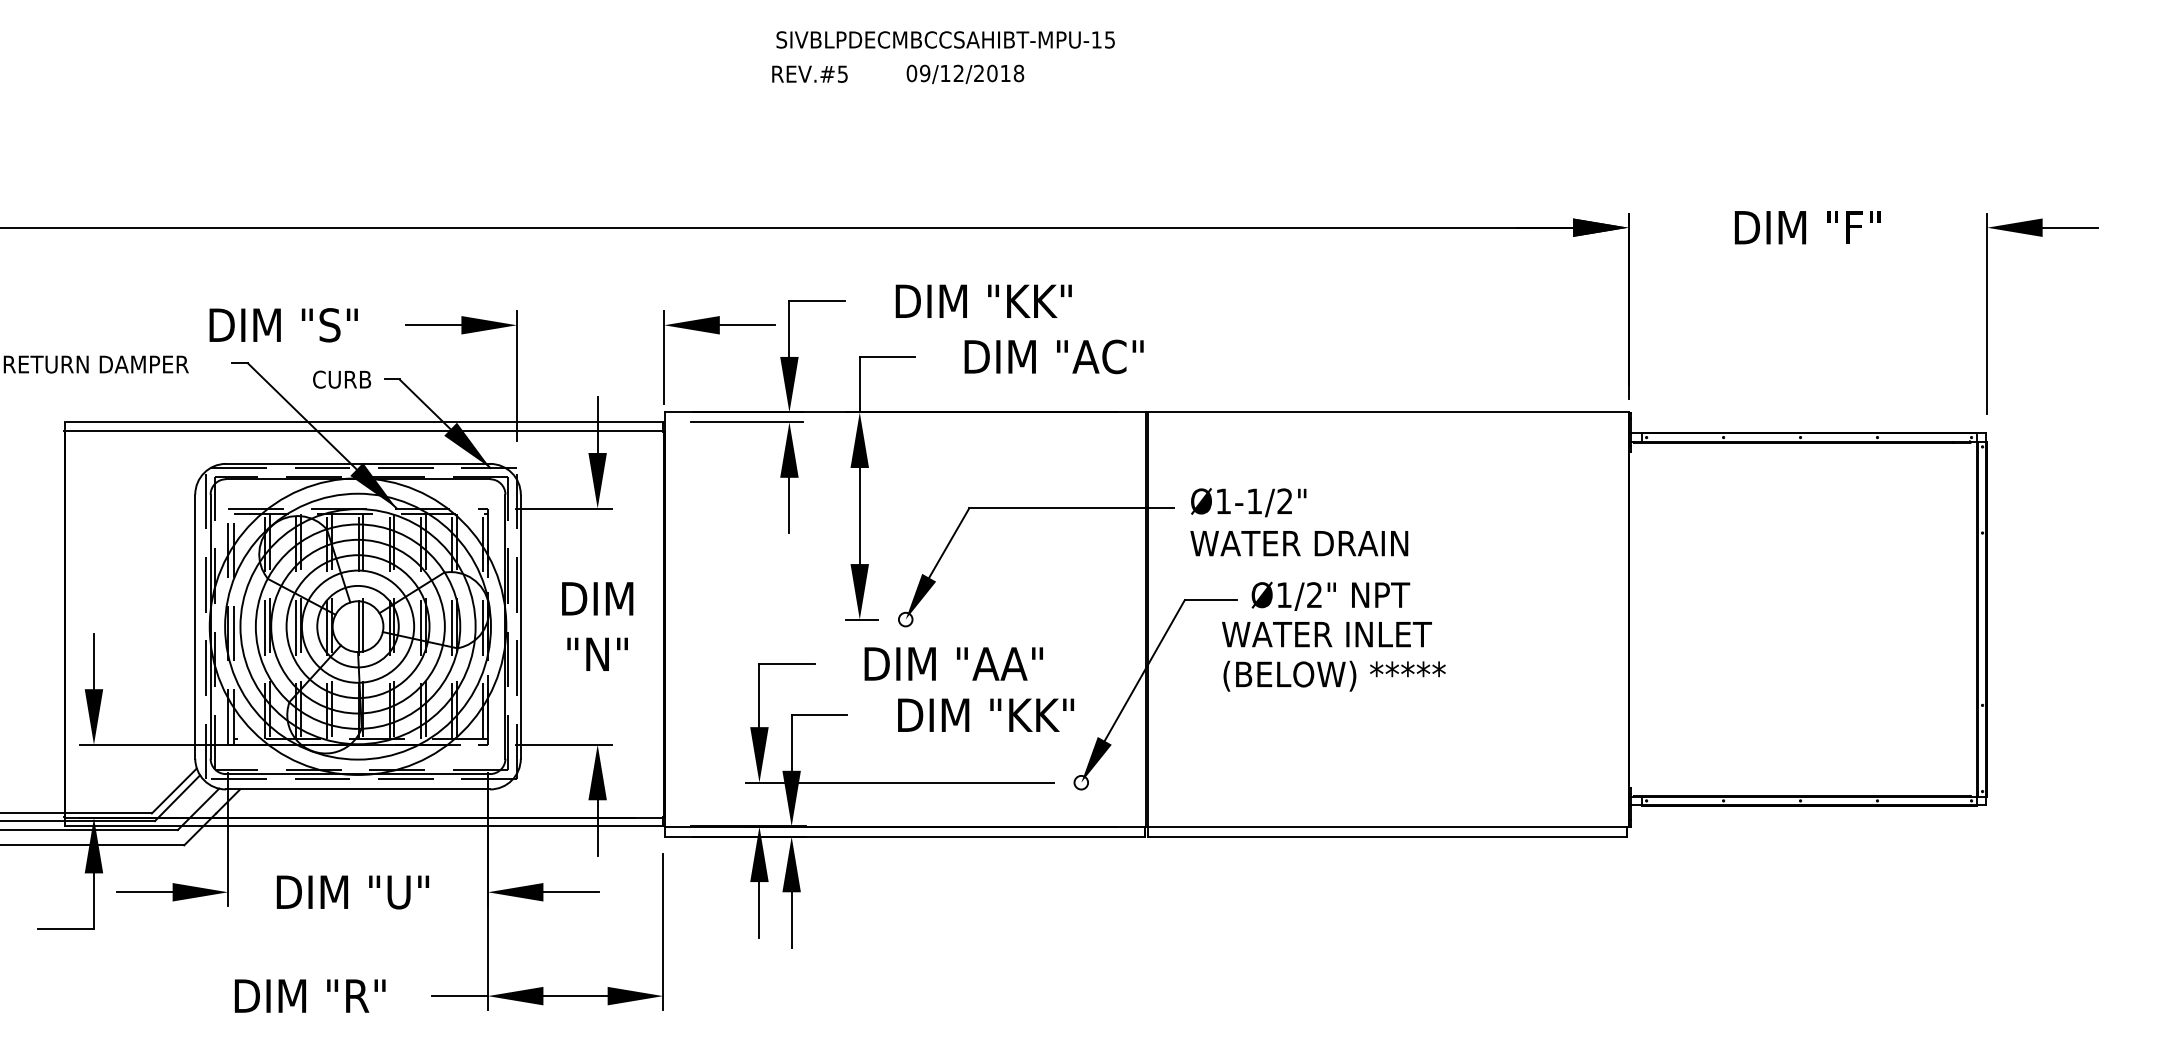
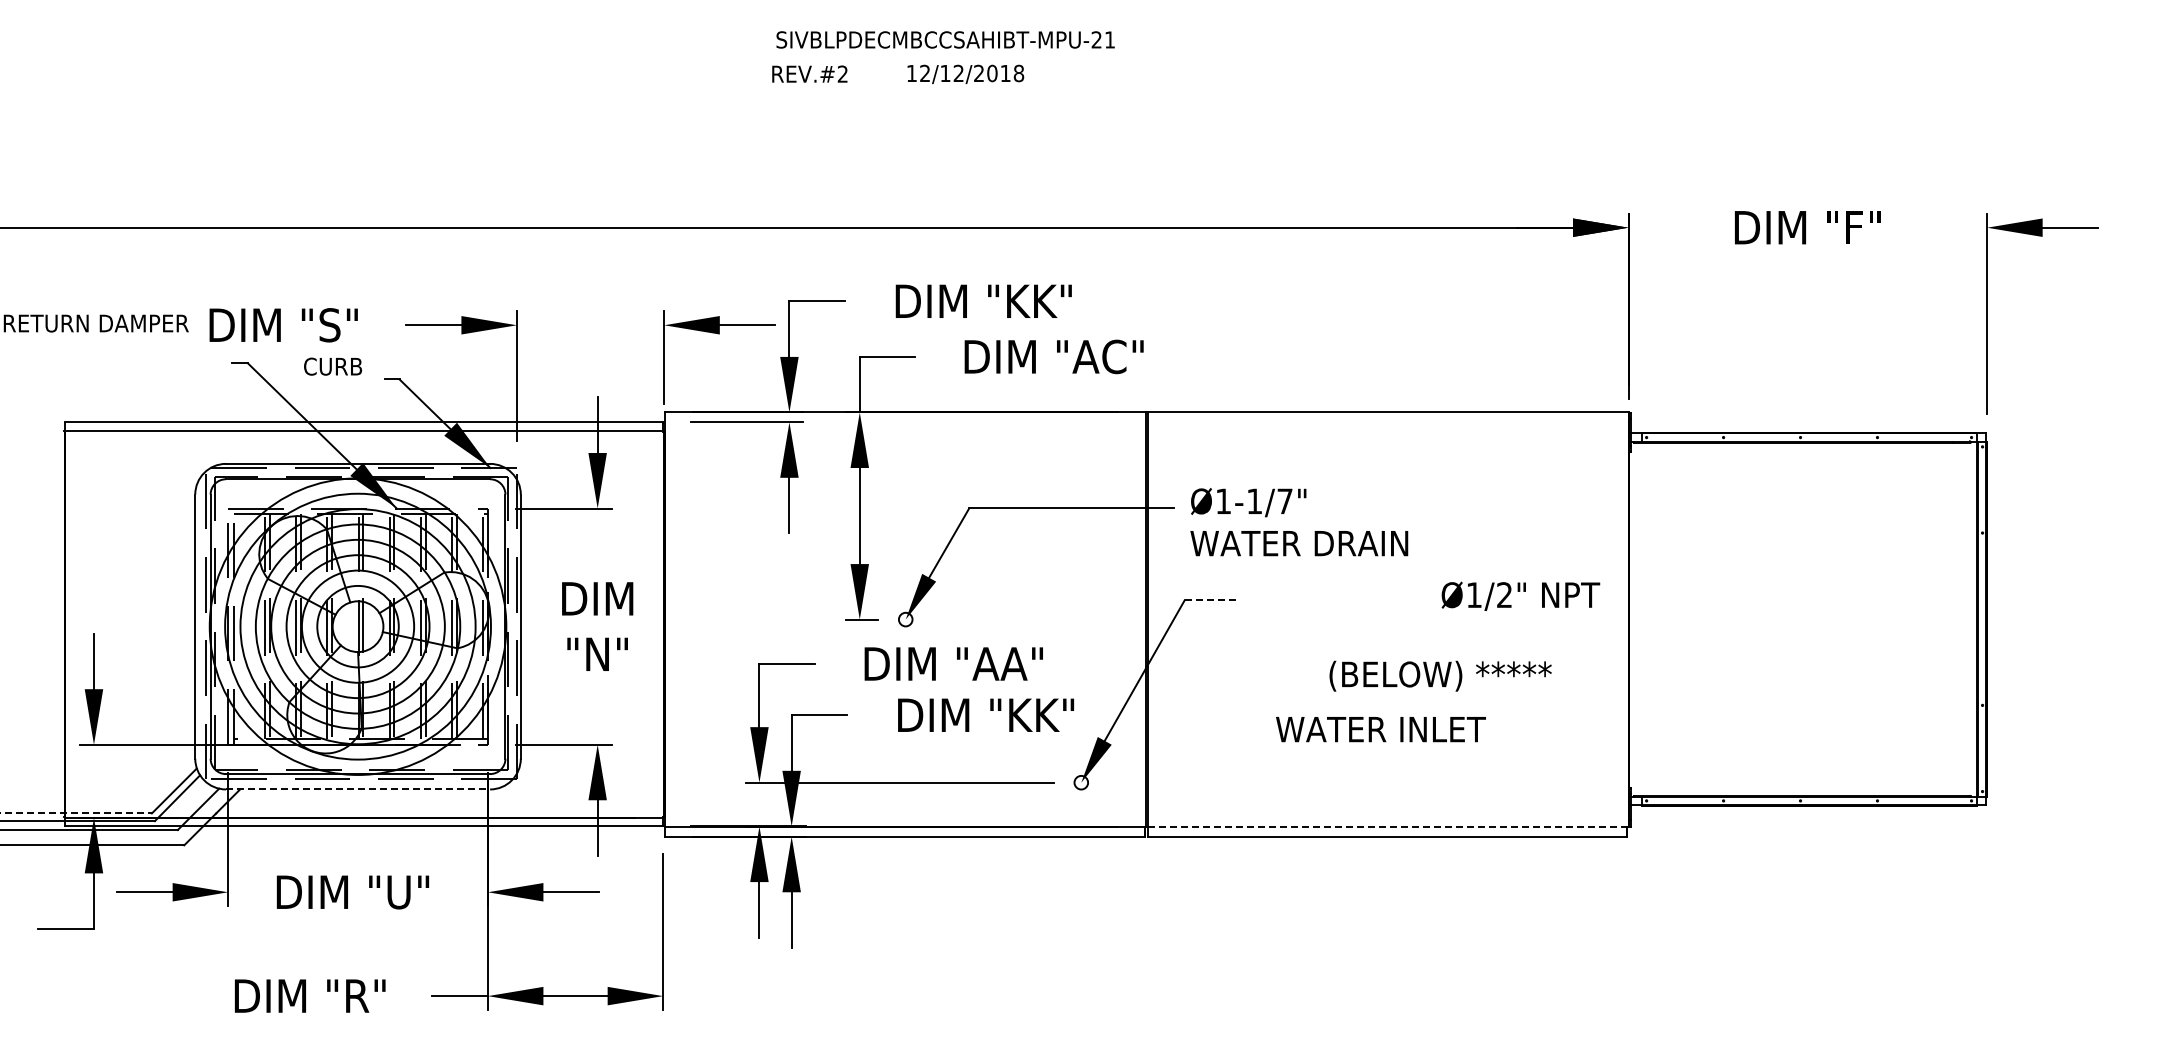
text at (1102, 39): SIVBLPDECMBCCSAHIBT-MPU-15 -> SIVBLPDECMBCCSAHIBT-MPU-21
text at (842, 73): REV.#5 -> REV.#2
text at (918, 73): 09/12/2018 -> 12/12/2018
text at (95, 364) position: (95, 364) -> (95, 323)
text at (342, 379) position: (342, 379) -> (333, 366)
text at (1284, 500): Ø1-1/2" -> Ø1-1/7"
text at (1330, 595) position: (1330, 595) -> (1520, 595)
line at (1211, 600): solid -> dashed
text at (1326, 634) position: (1326, 634) -> (1380, 729)
text at (1334, 675) position: (1334, 675) -> (1440, 675)
line at (358, 789): solid -> dashed
line at (76, 813): solid -> dashed
line at (1388, 826): solid -> dashed
